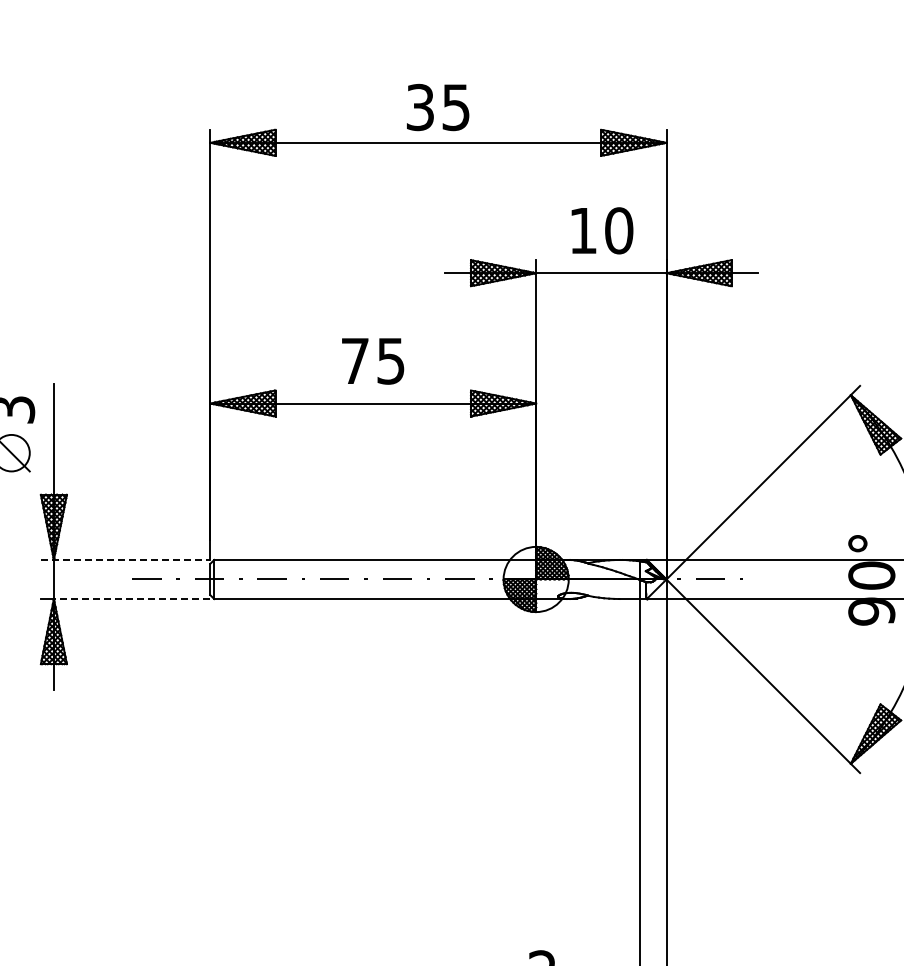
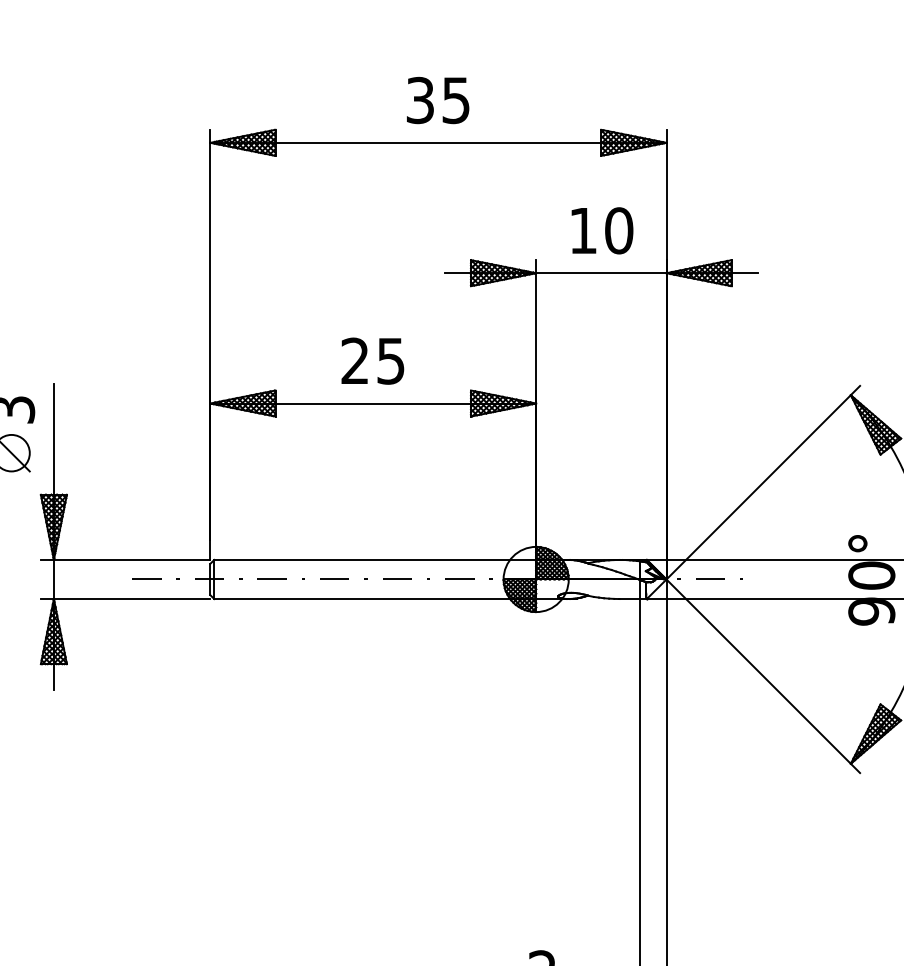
text at (438, 107) position: (438, 107) -> (438, 100)
text at (354, 360): 75 -> 25
line at (125, 559): dashed -> solid
line at (131, 599): dashed -> solid
